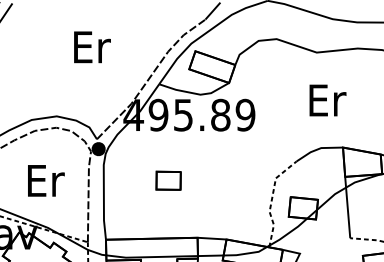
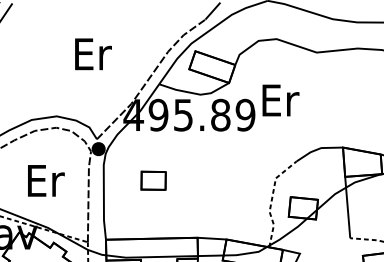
text at (92, 47) position: (92, 47) -> (93, 54)
text at (327, 100) position: (327, 100) -> (280, 100)
part at (168, 180) position: (168, 180) -> (153, 180)
